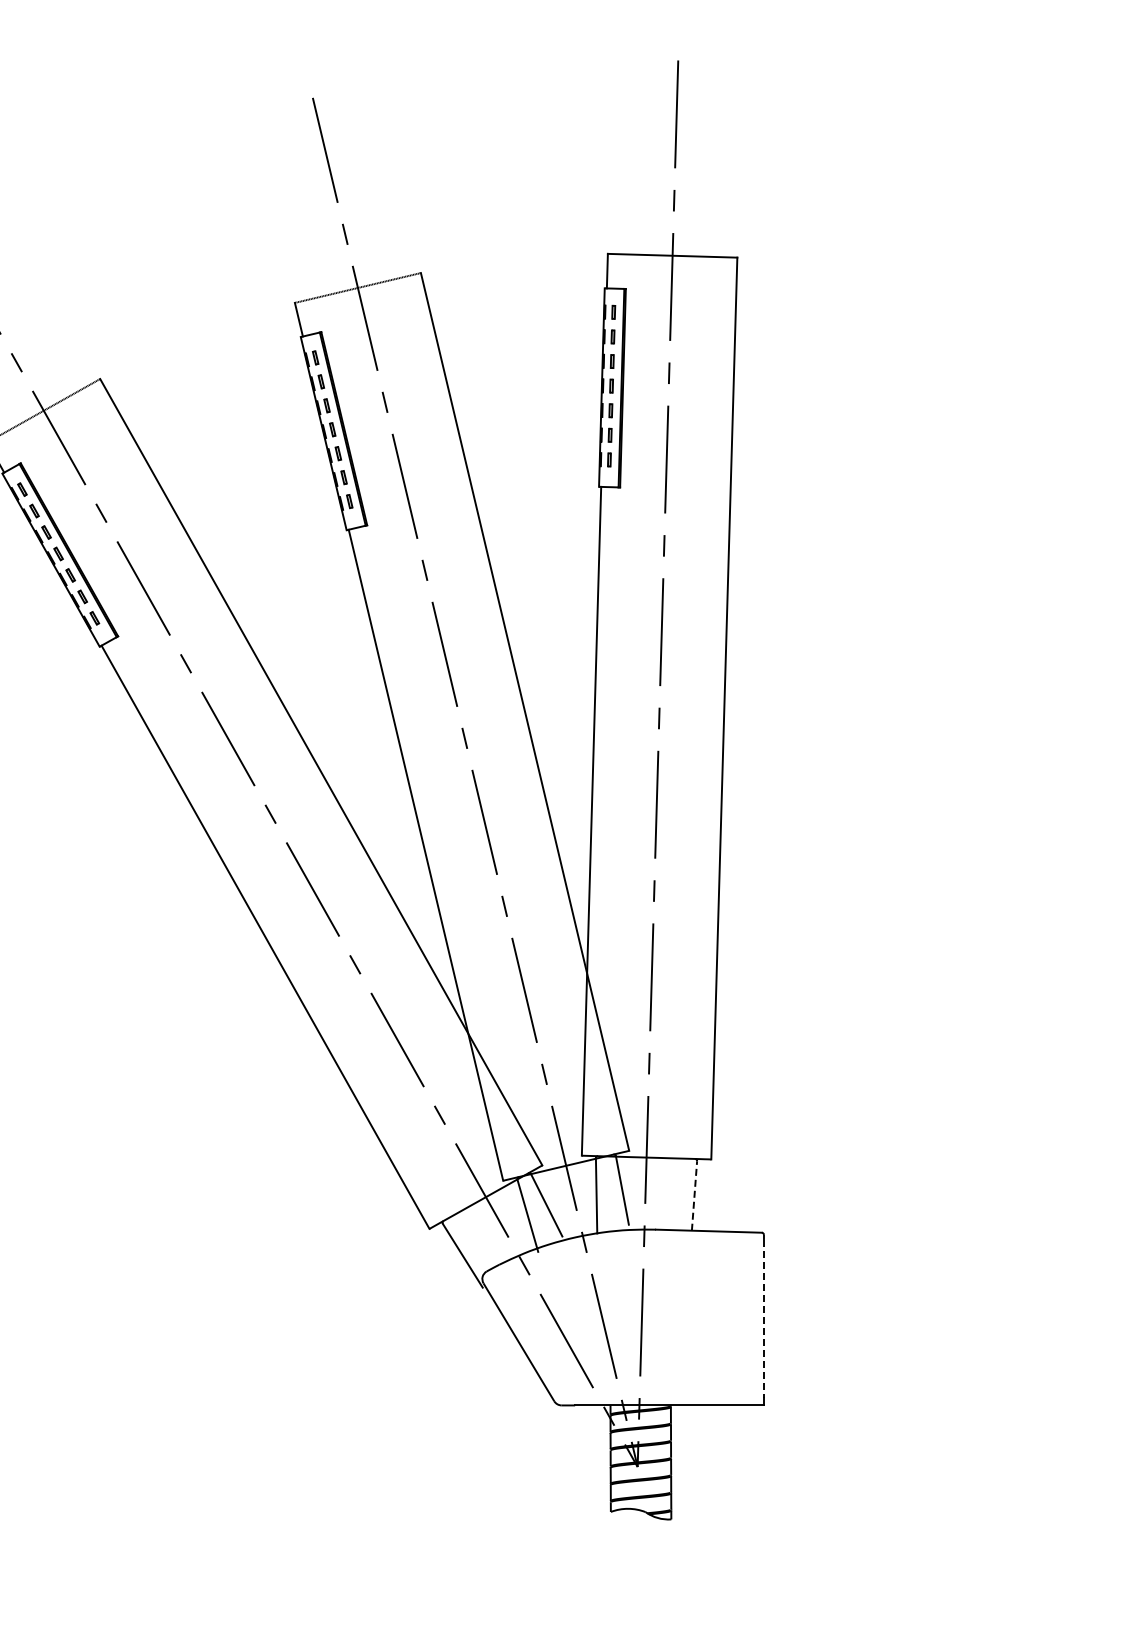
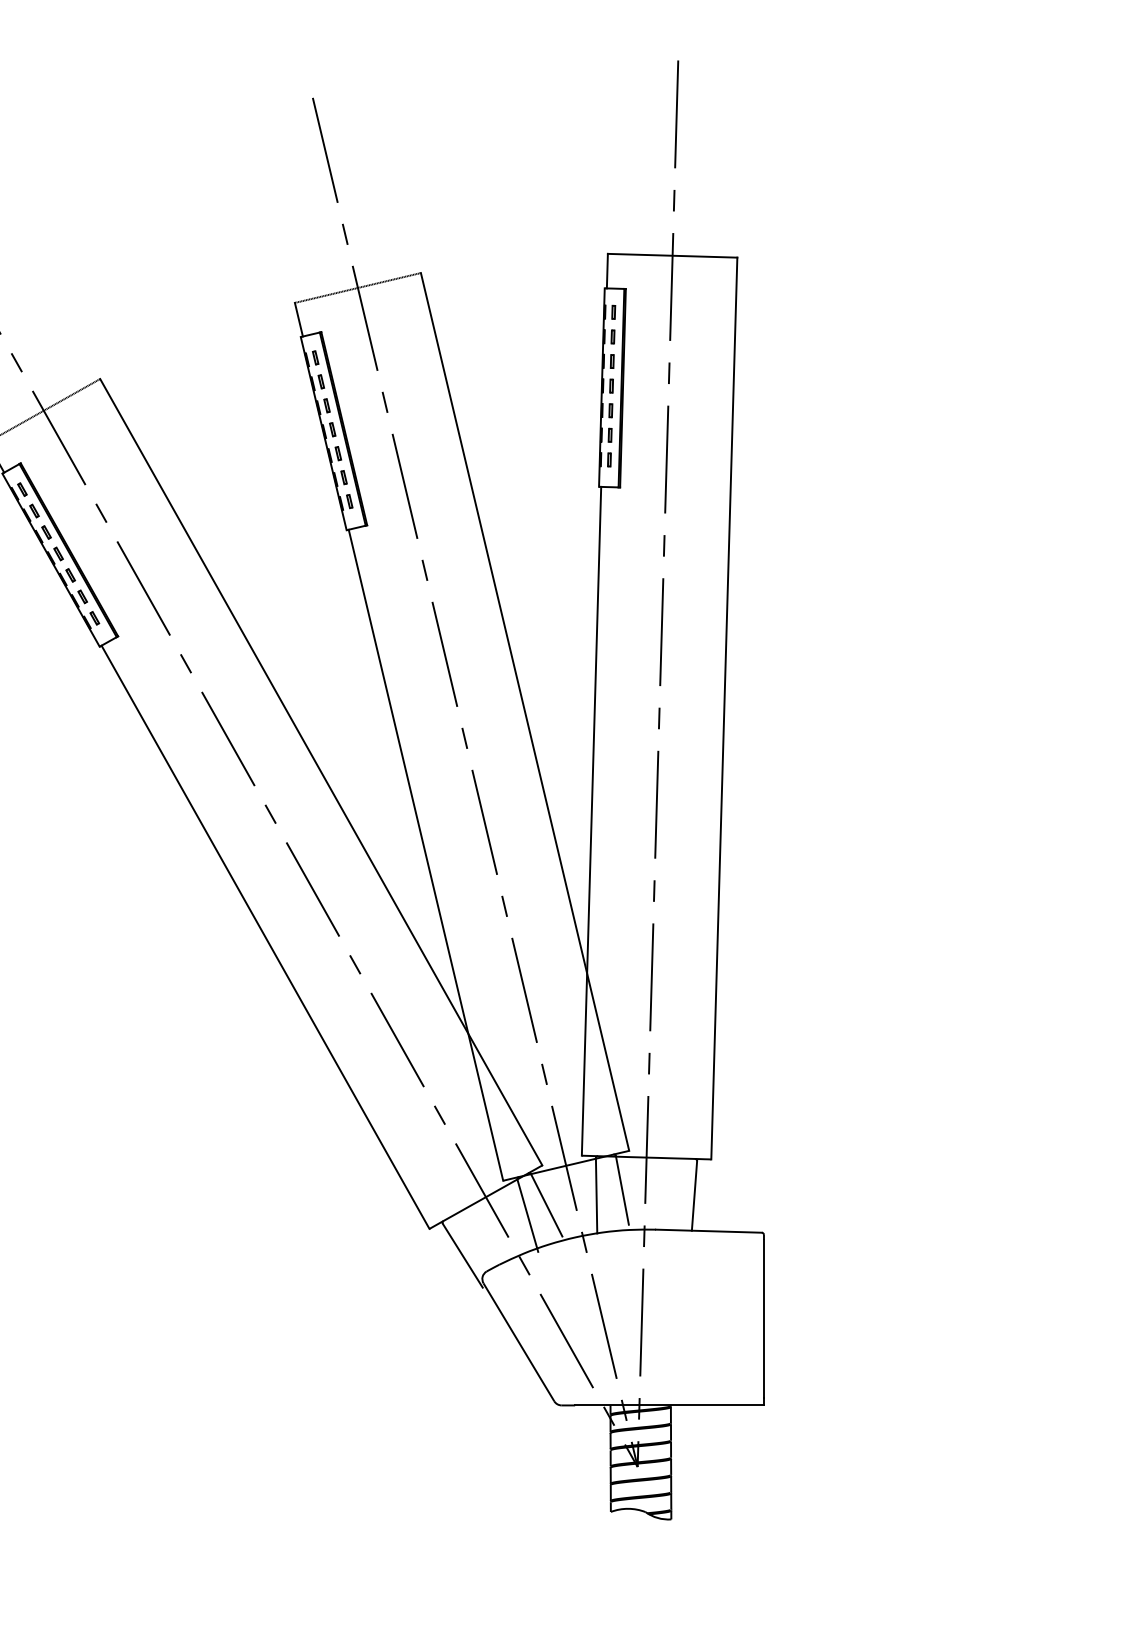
line at (694, 1195): dashed -> solid
line at (763, 1319): dashed -> solid
